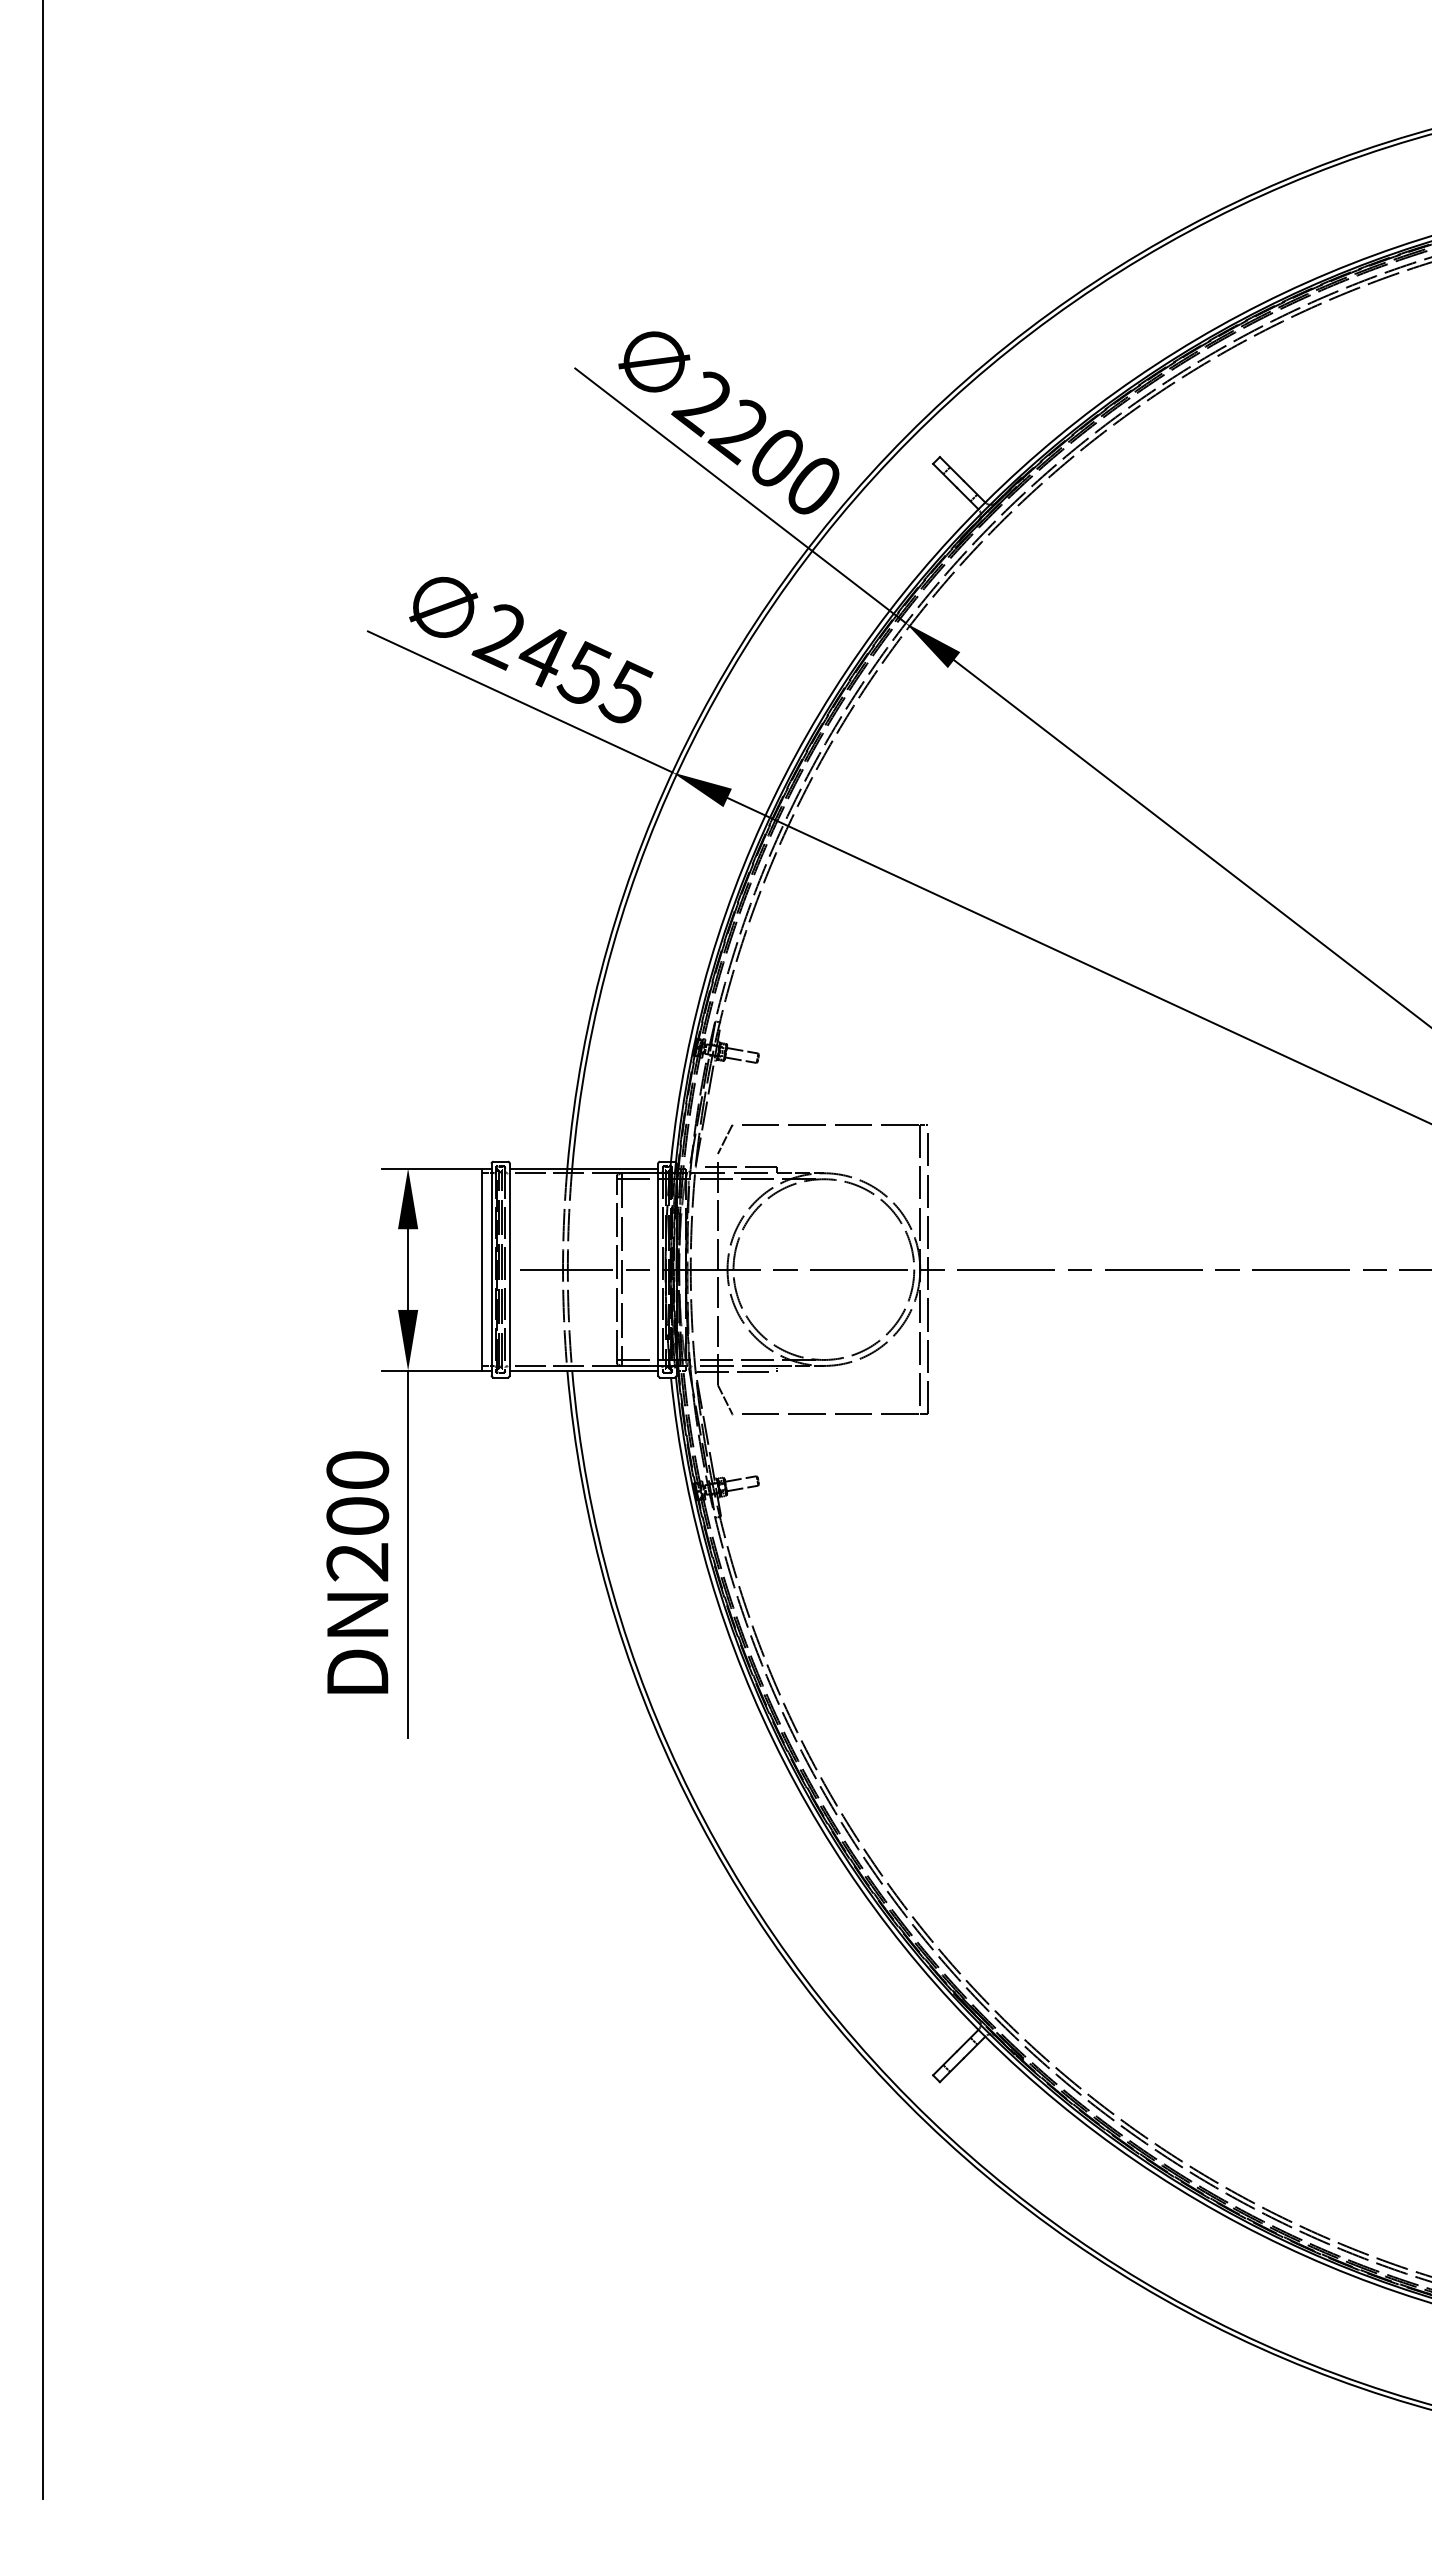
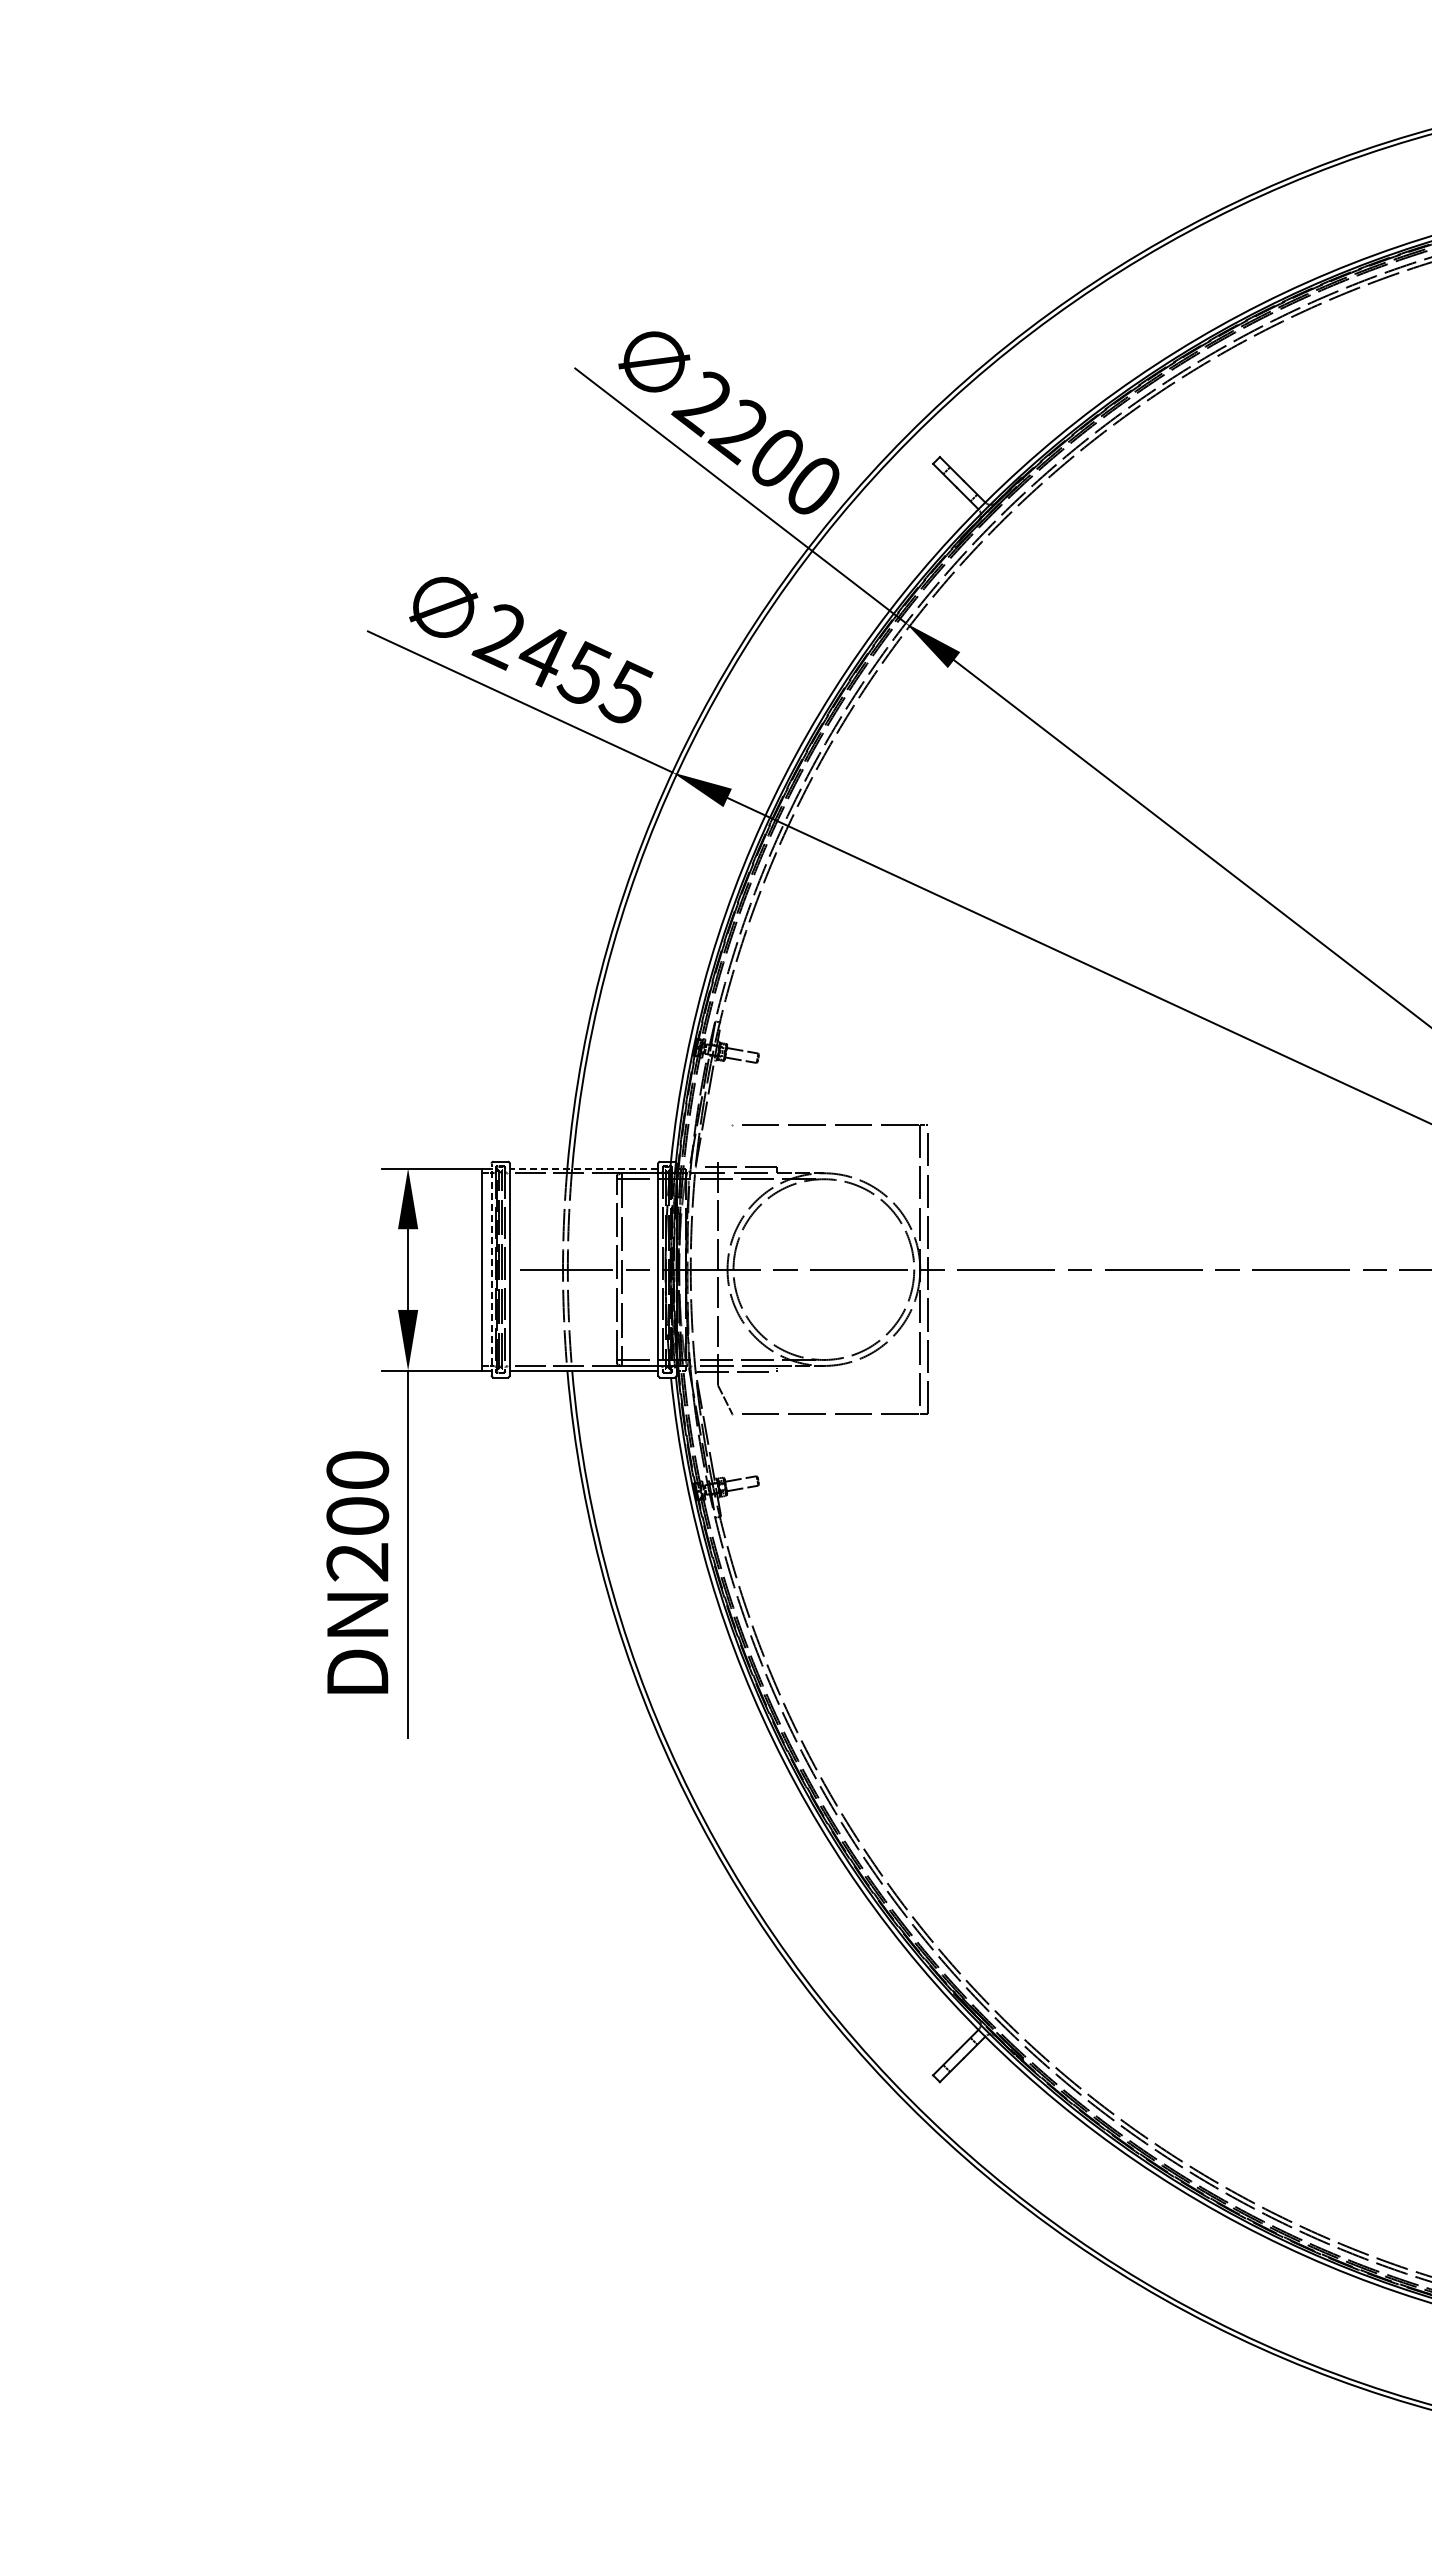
line at (724, 1139): present -> none
line at (583, 1168): solid -> dashed
line at (42, 1250): present -> none
line at (491, 1269): solid -> dashed
